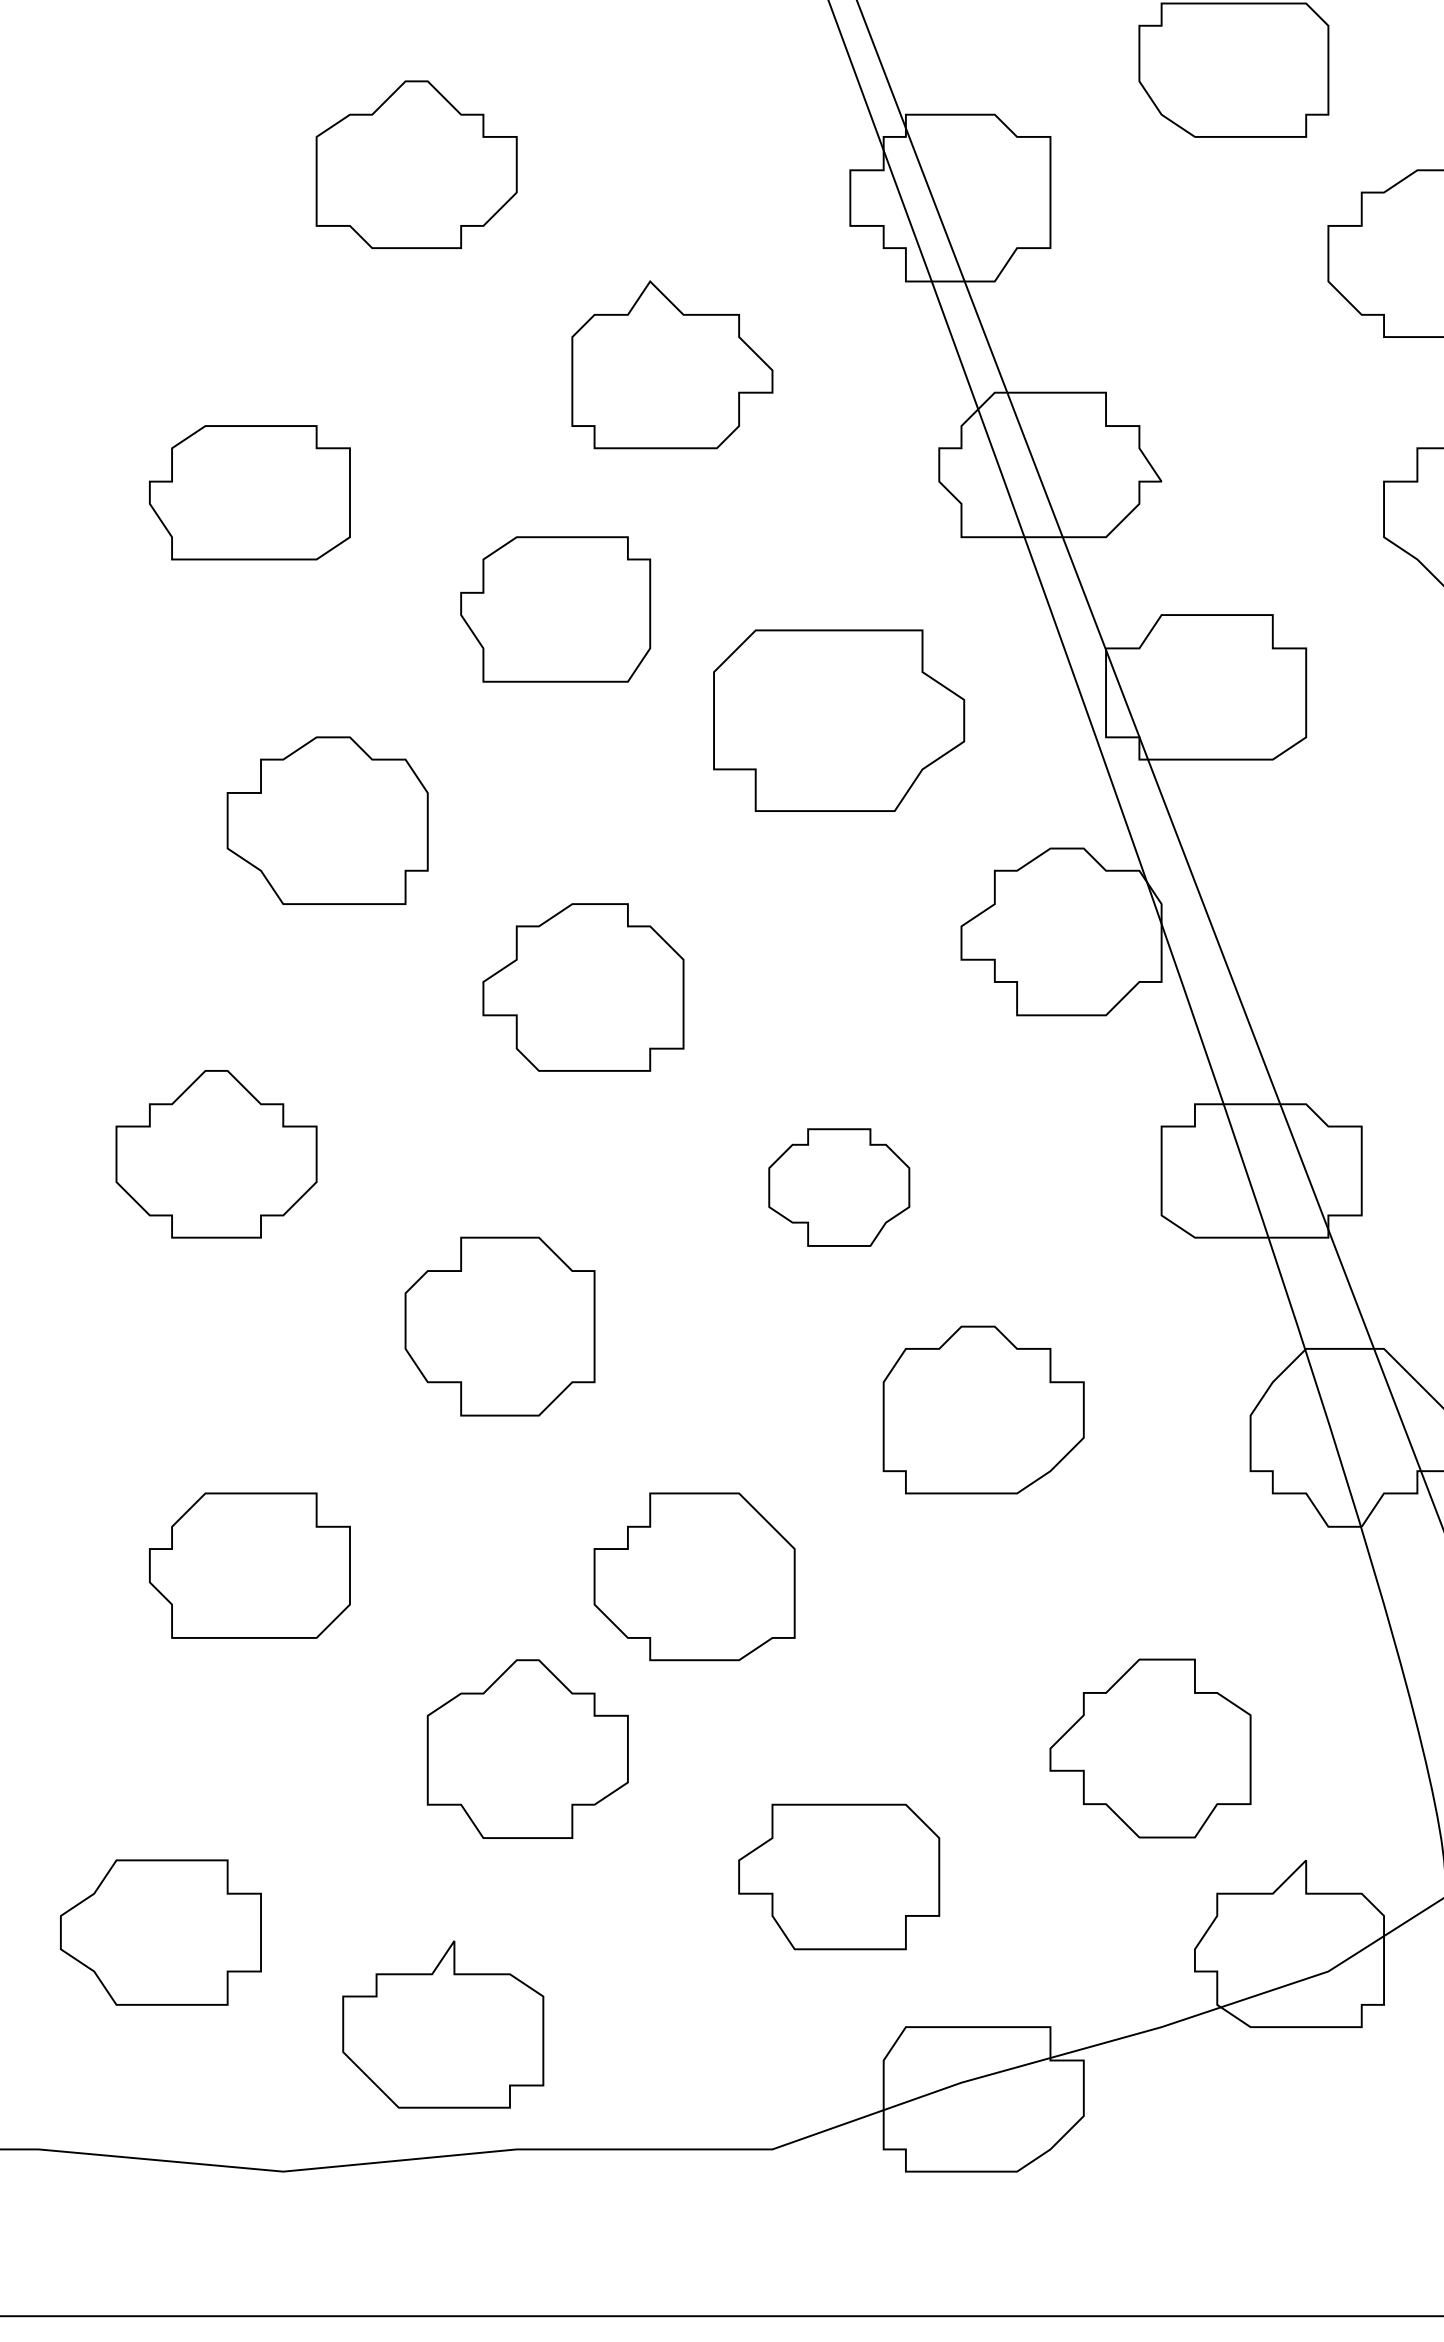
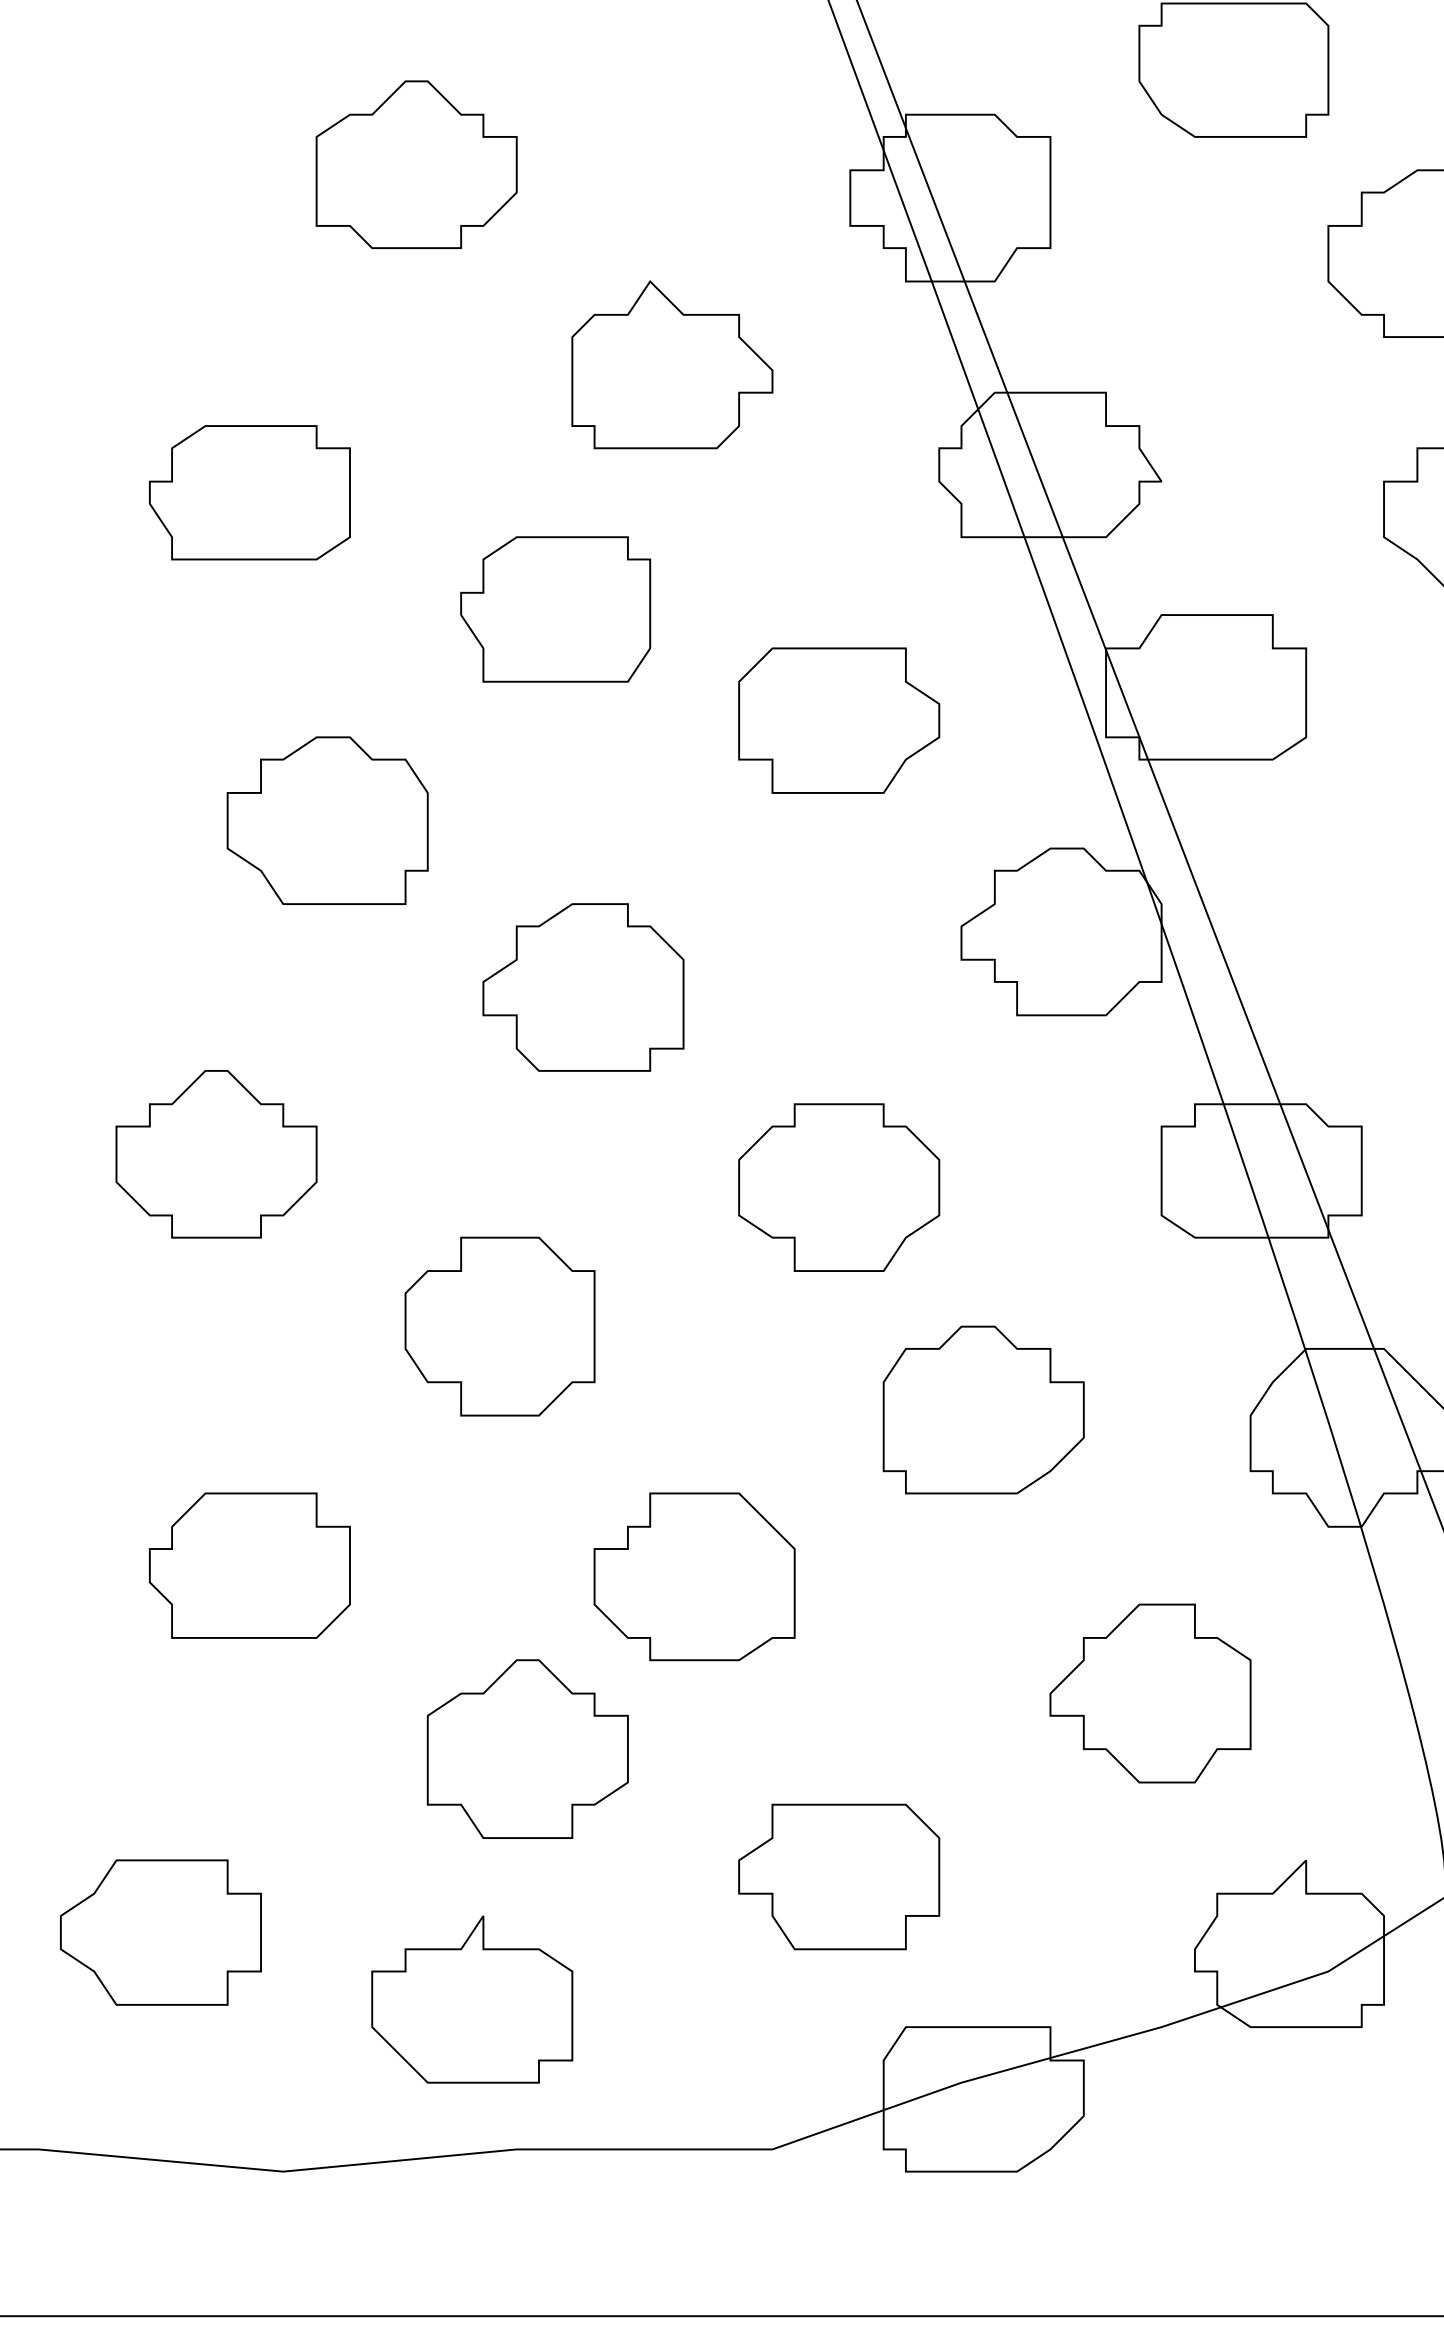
part at (839, 720) size: 253x183 px -> 203x147 px
part at (839, 1187) size: 143x119 px -> 203x169 px
part at (1150, 1748) position: (1150, 1748) -> (1150, 1693)
part at (443, 2024) position: (443, 2024) -> (472, 1999)
